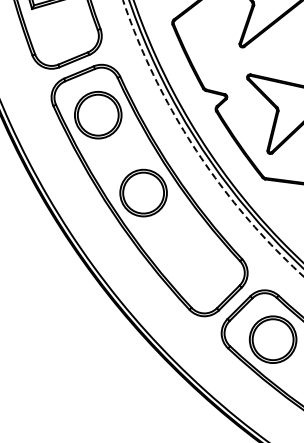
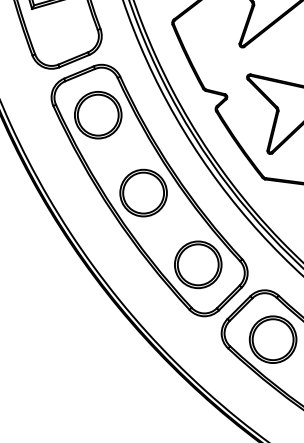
circle at (212, 138): dashed -> solid
part at (198, 264): none -> present
